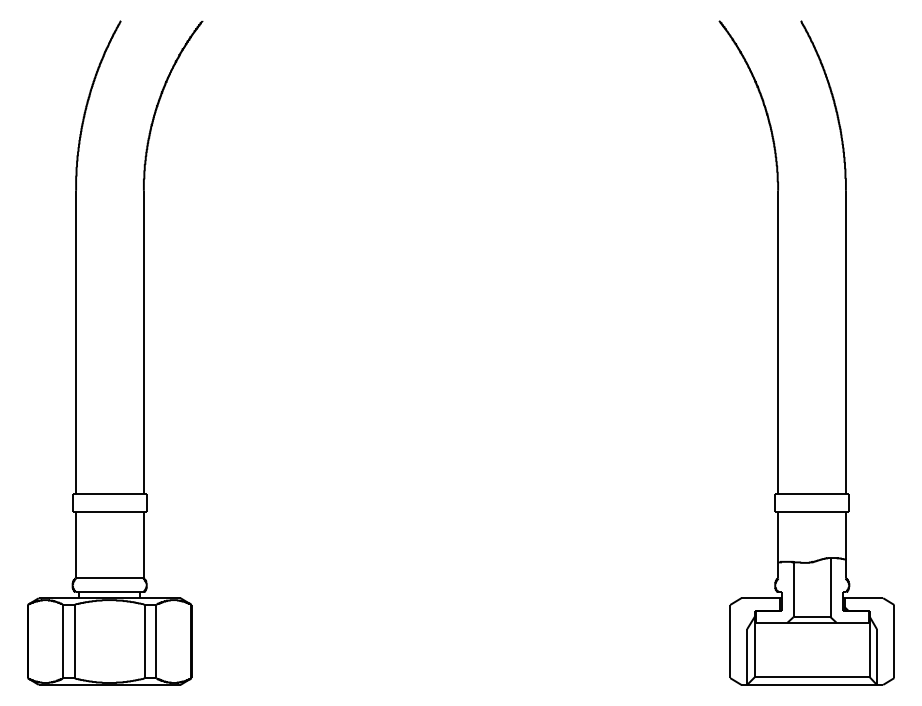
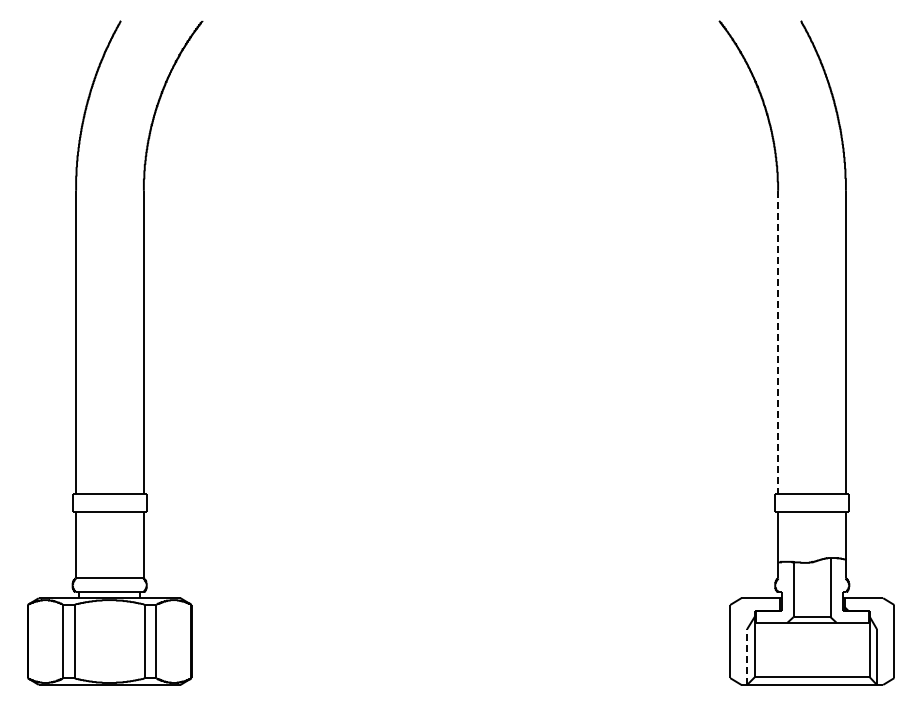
line at (778, 342): solid -> dashed
line at (747, 657): solid -> dashed
